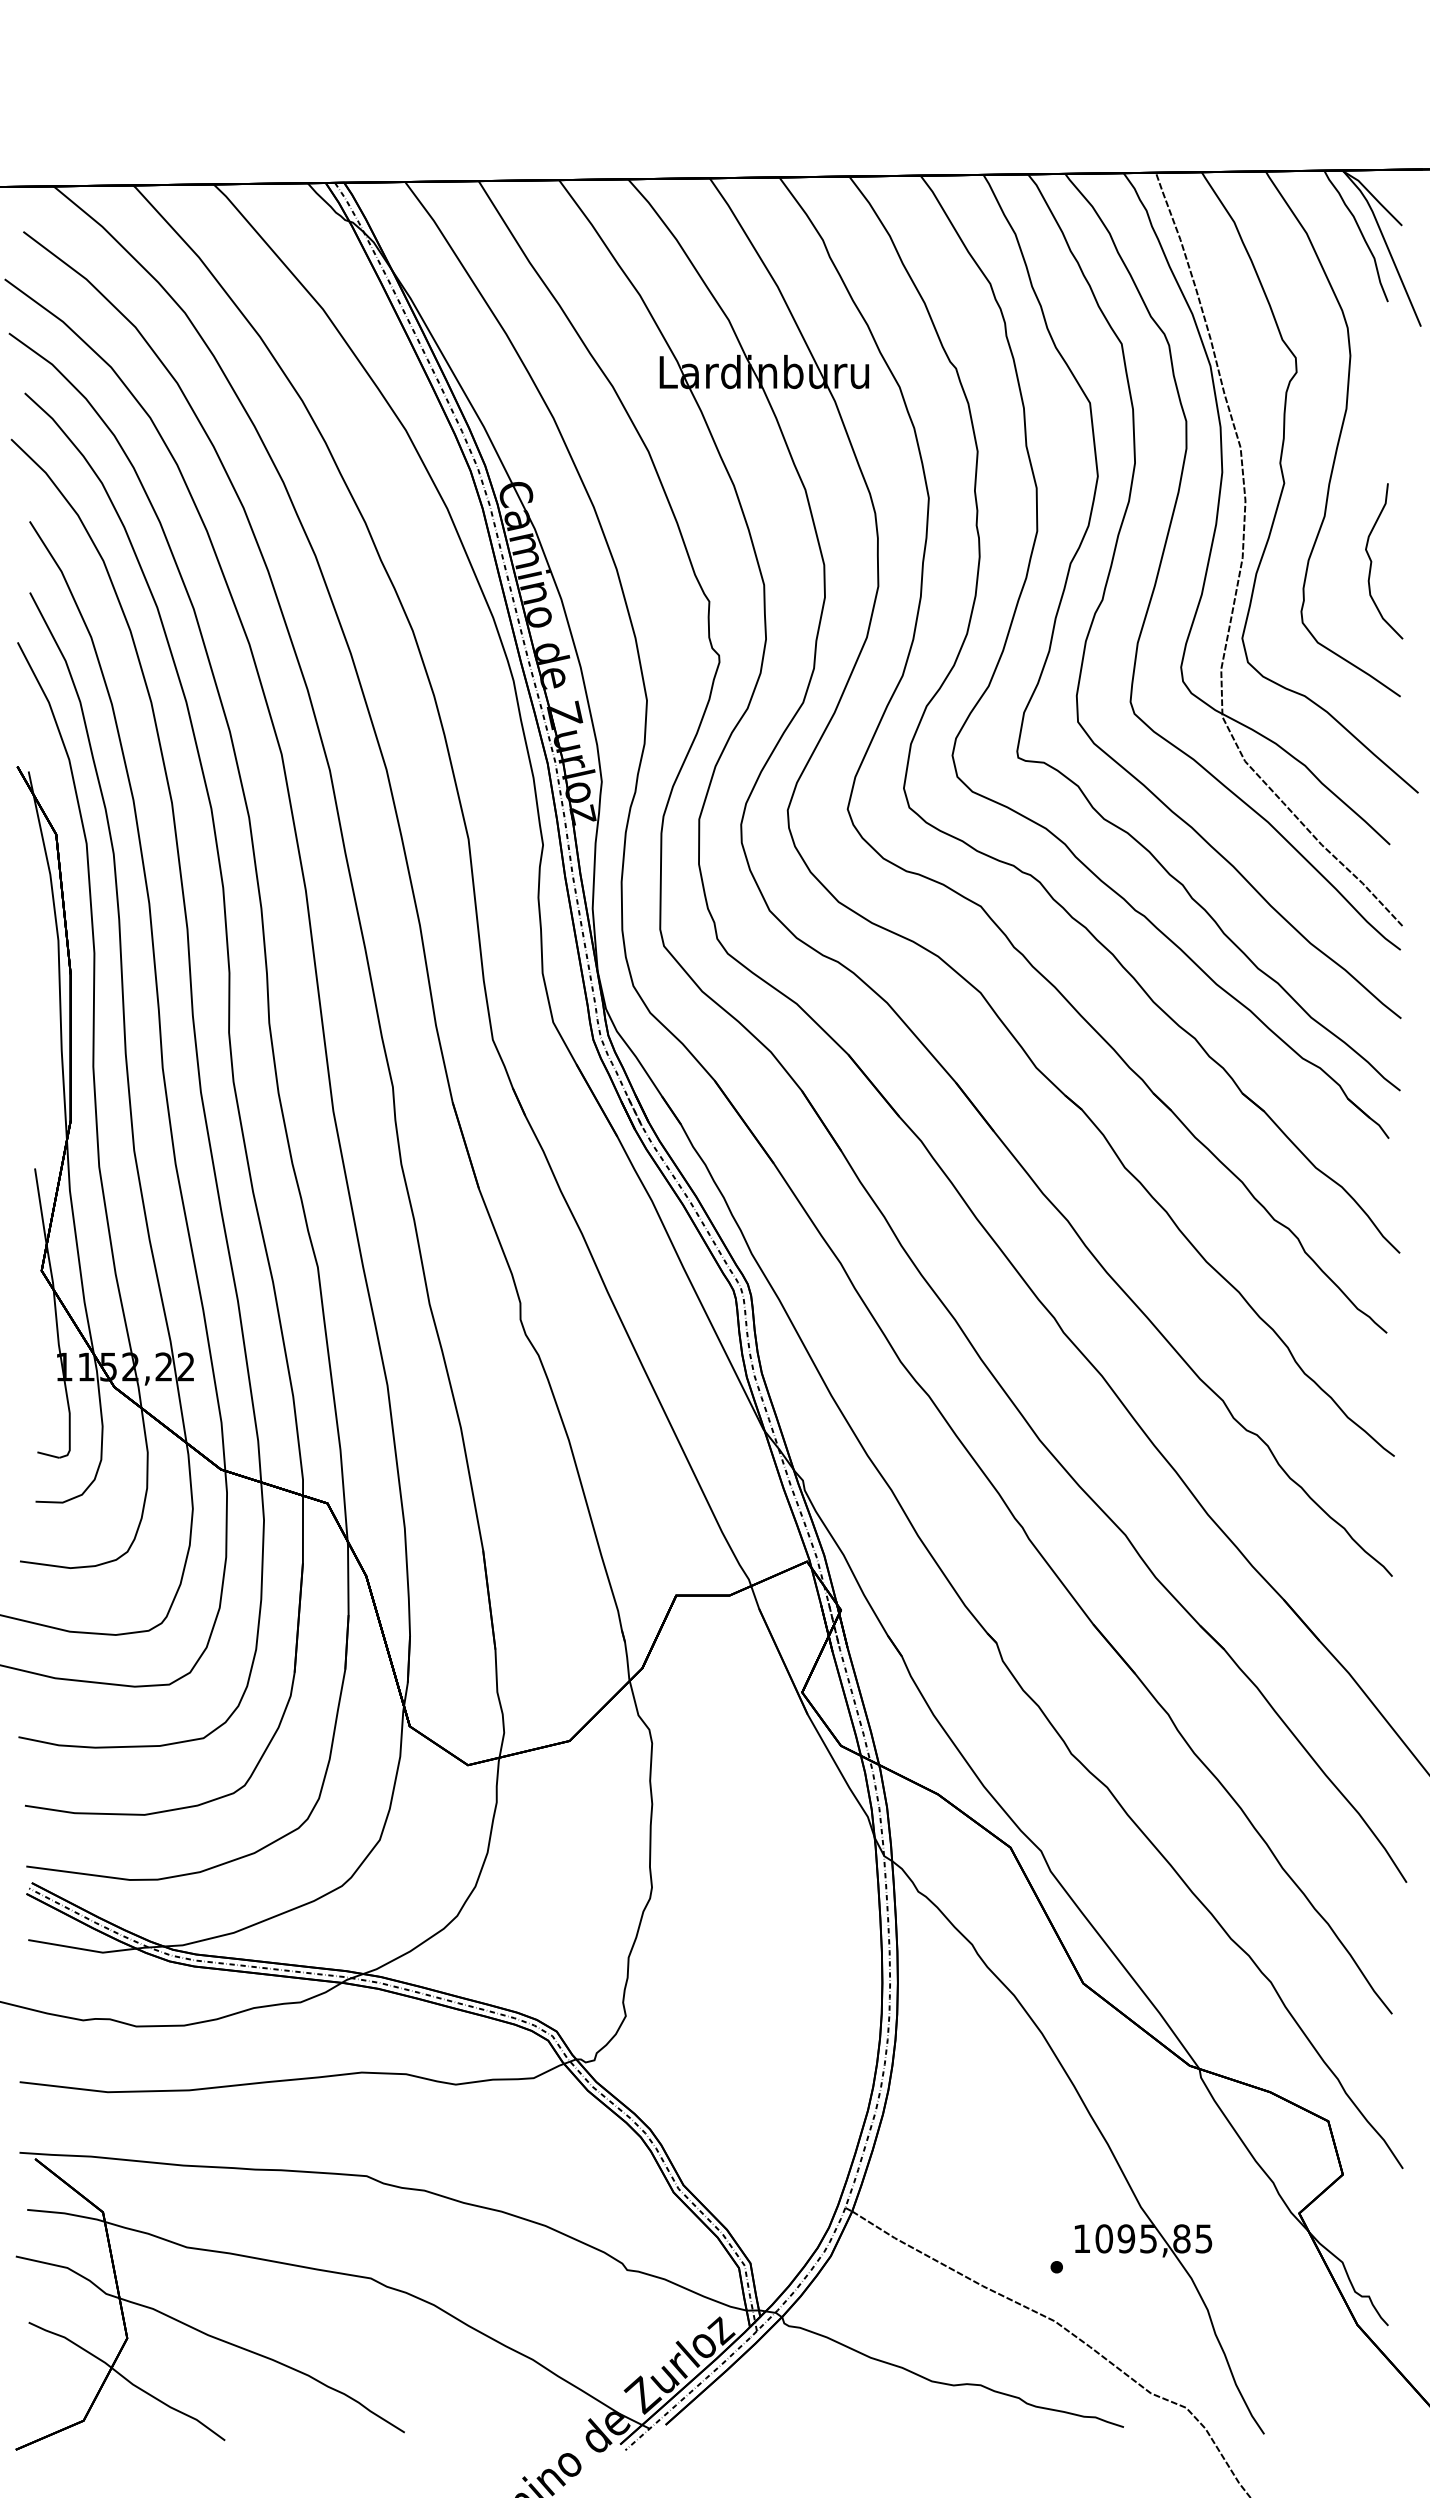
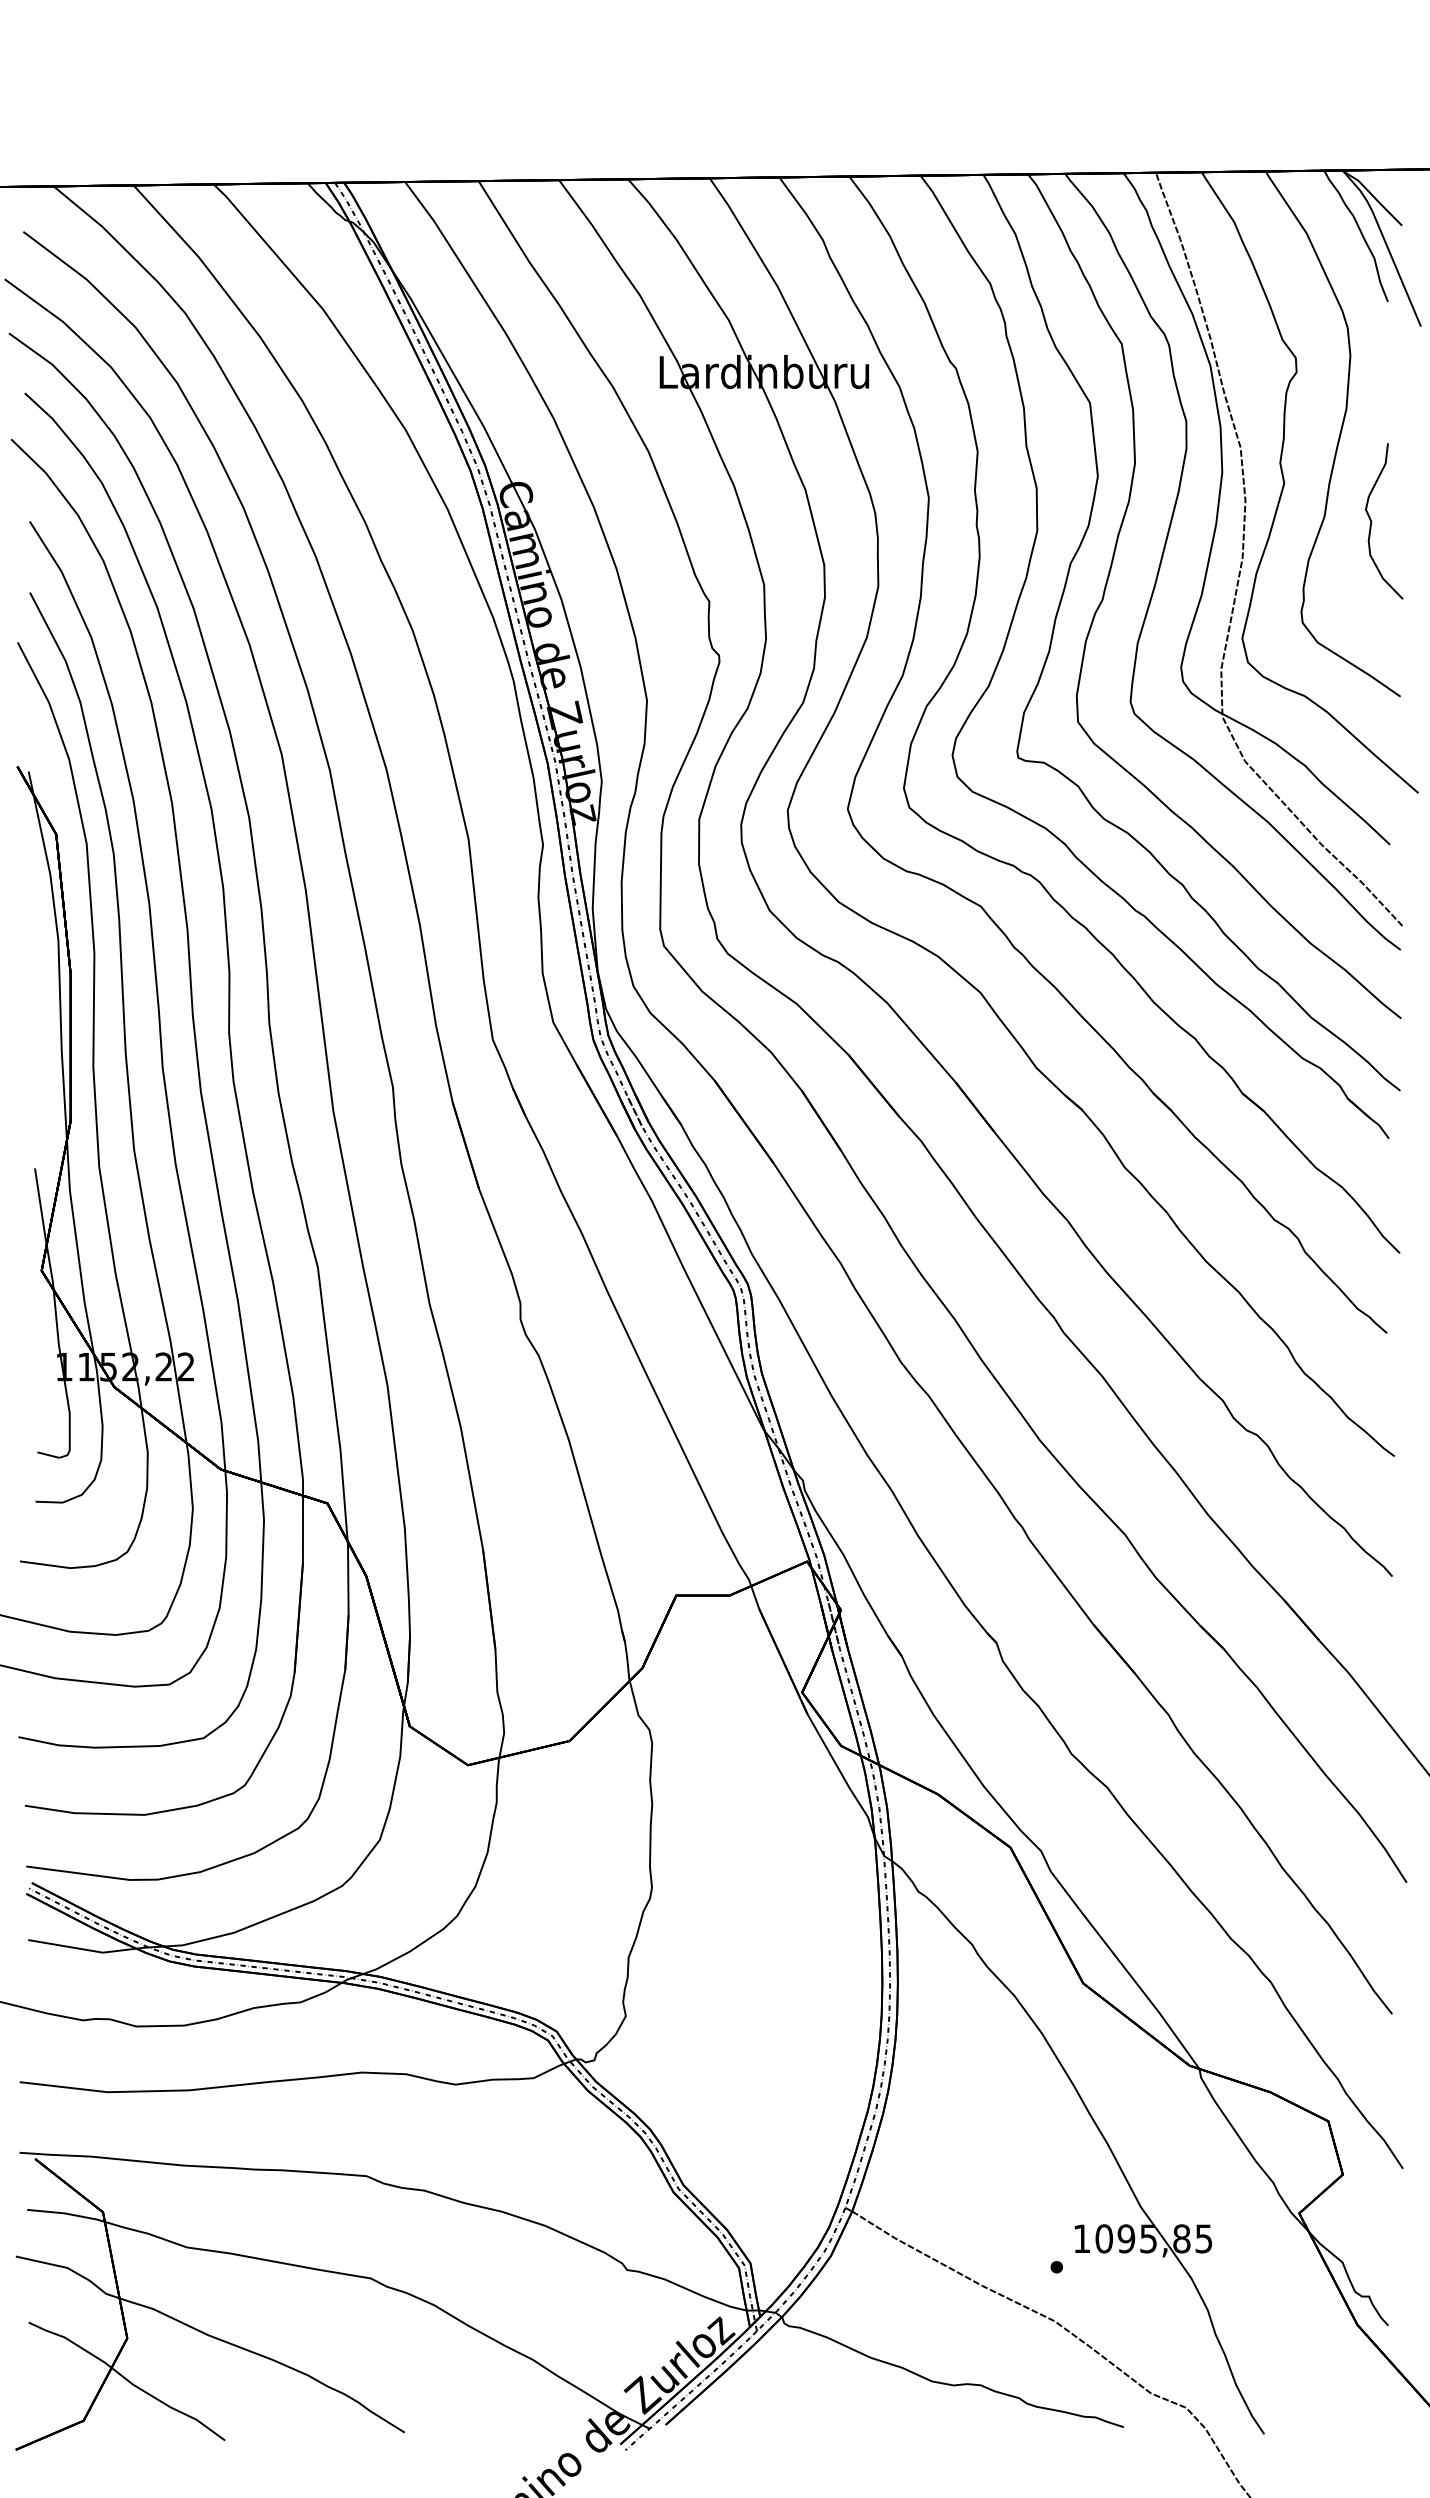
curve at (1372, 561) position: (1372, 561) -> (1372, 521)
